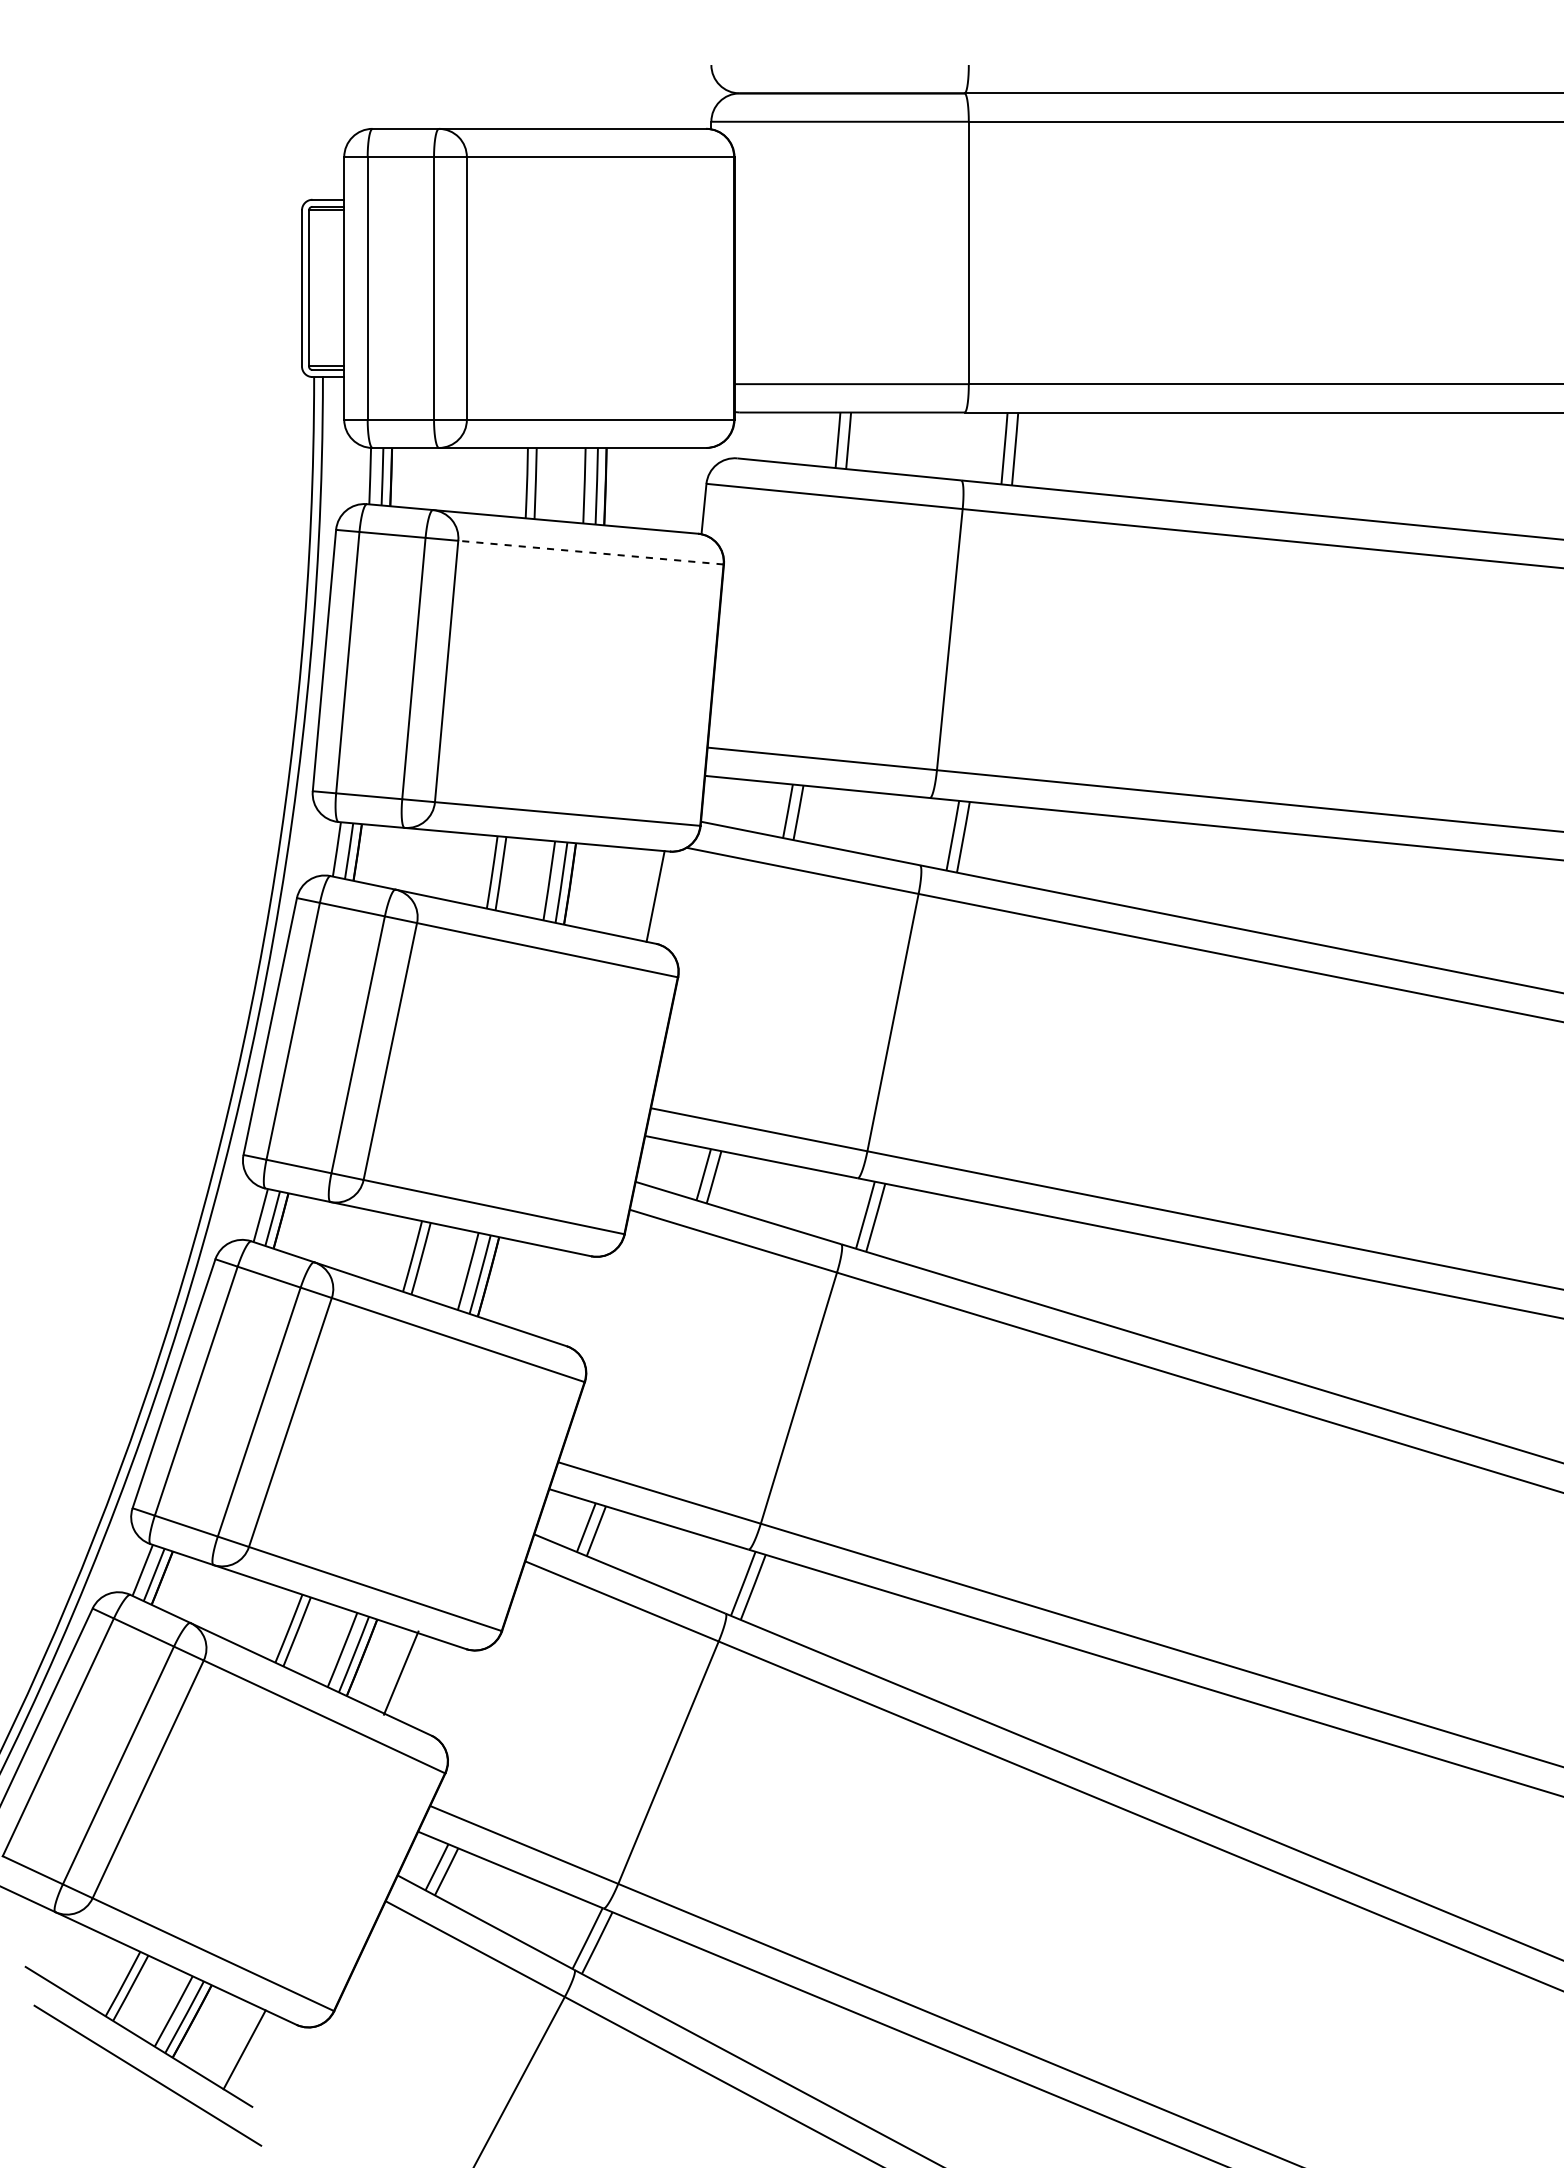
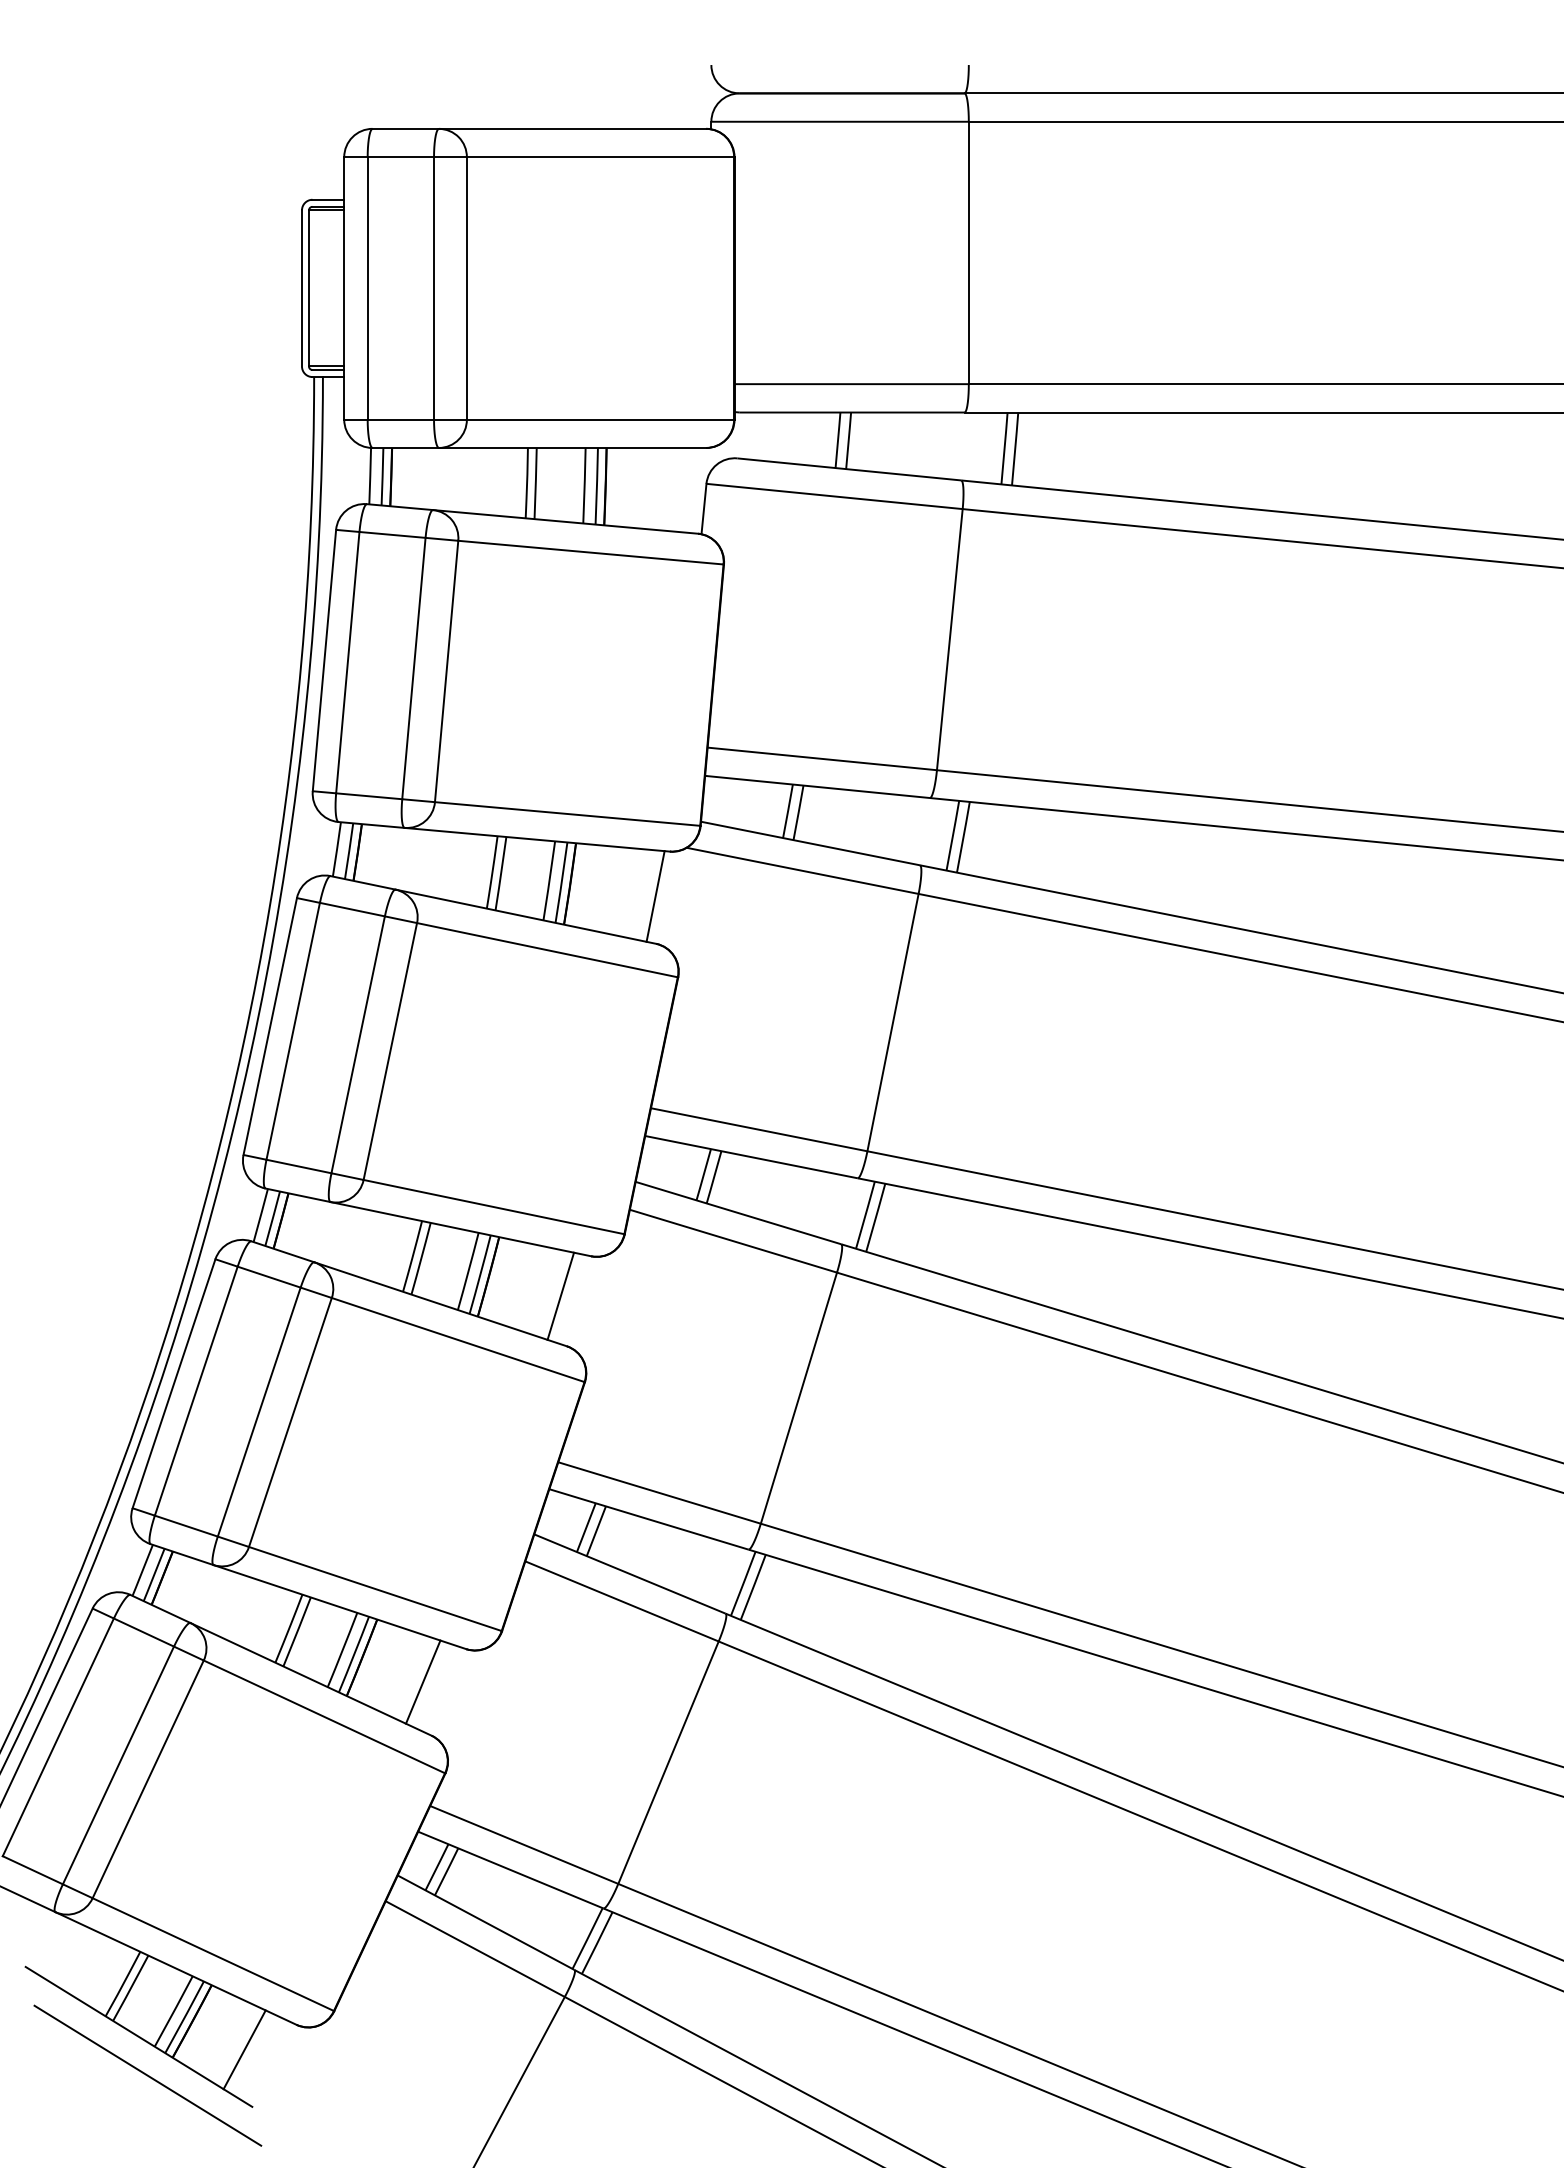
line at (590, 552): dashed -> solid
line at (560, 1295): none -> present
line at (401, 1672) position: (401, 1672) -> (423, 1681)
